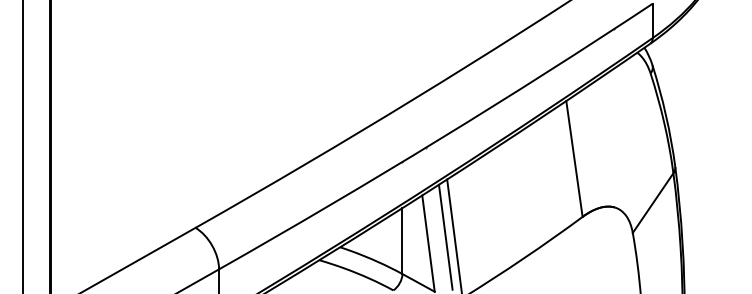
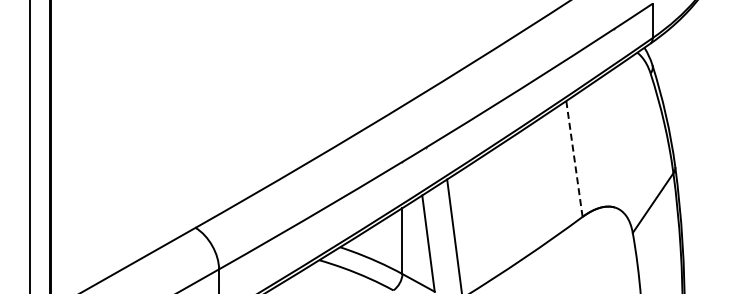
line at (22, 146) position: (22, 146) -> (29, 146)
line at (574, 158): solid -> dashed
line at (445, 236): present -> none
